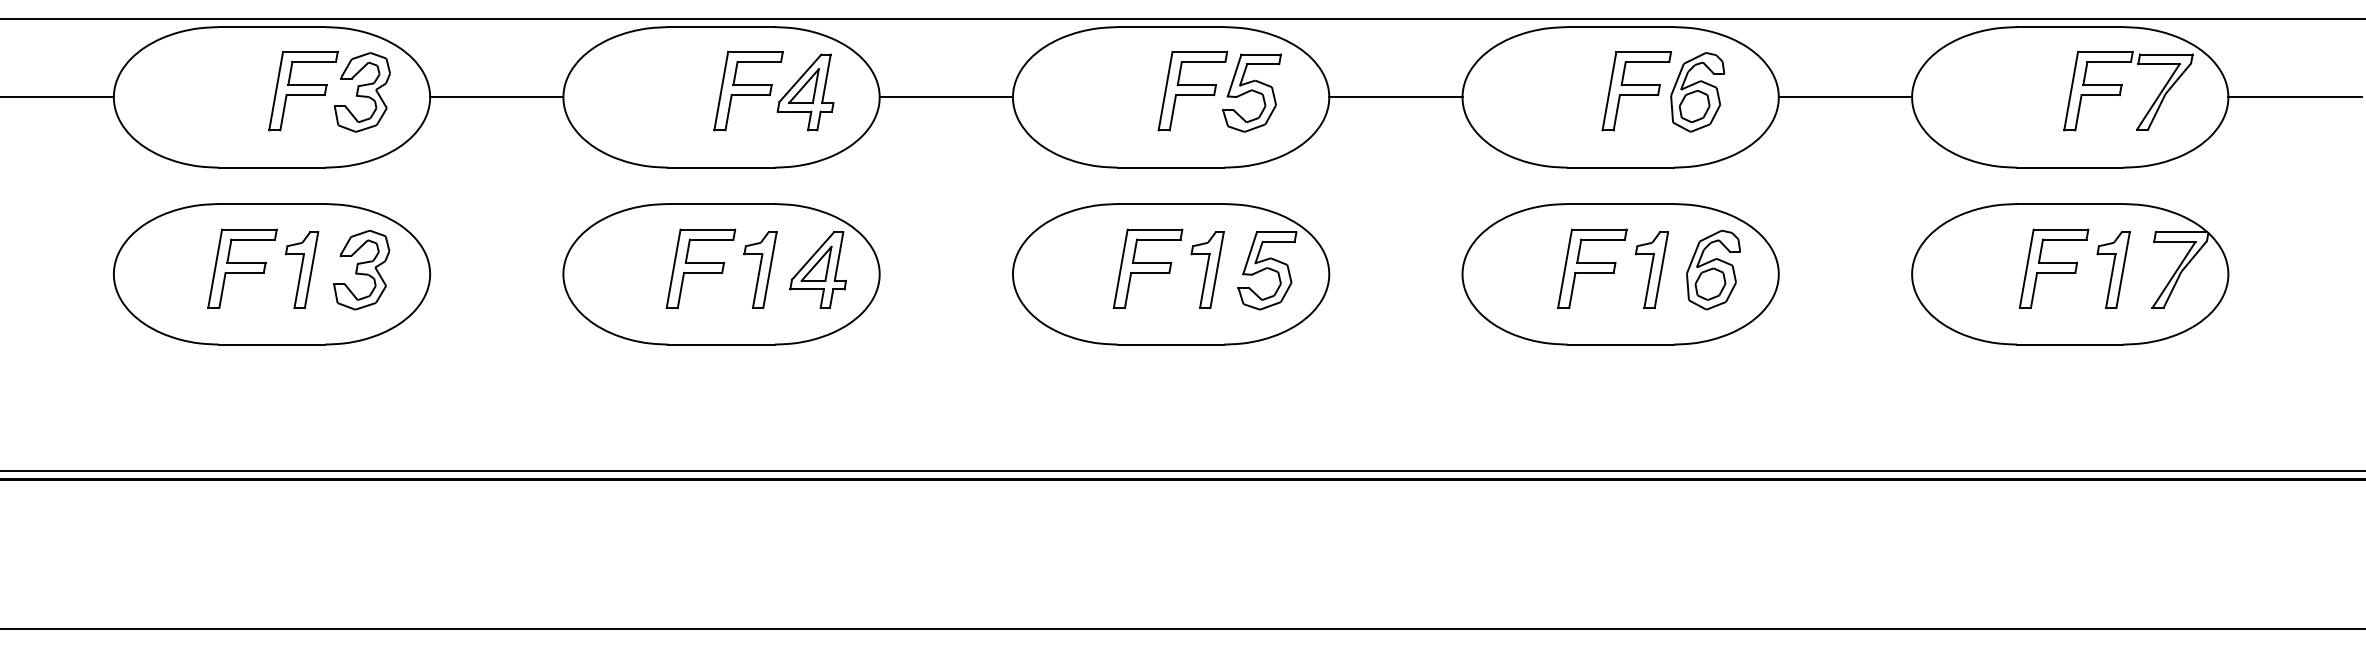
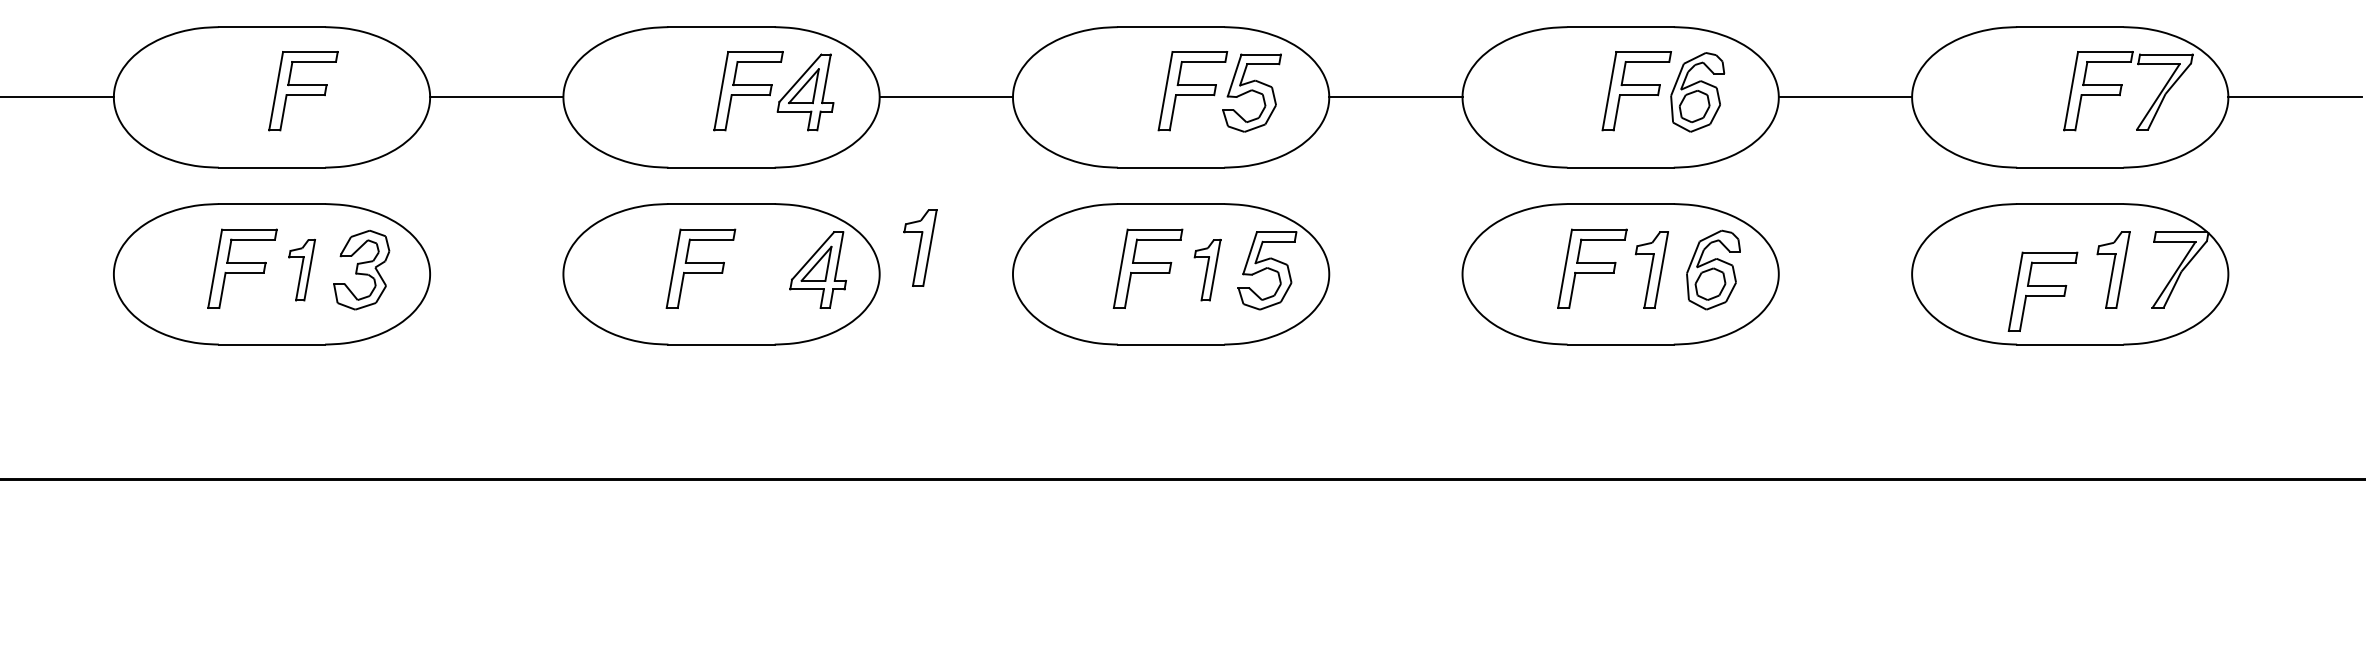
line at (1182, 19): present -> none
part at (362, 92): present -> none
part at (2053, 268) position: (2053, 268) -> (2042, 291)
part at (302, 269) size: 35x78 px -> 28x64 px
part at (760, 269) position: (760, 269) -> (920, 247)
part at (1207, 269) size: 35x78 px -> 29x63 px
line at (1182, 471): present -> none
line at (1182, 628): present -> none
